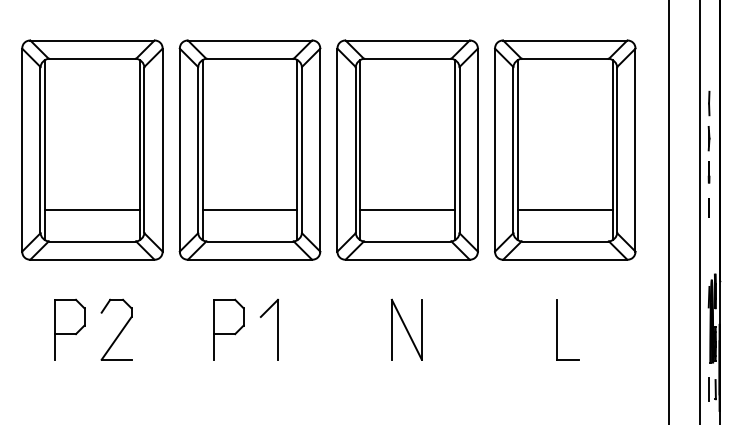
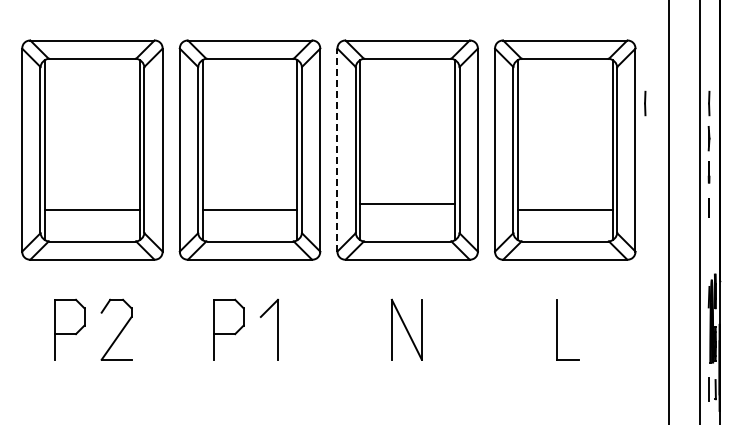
line at (645, 103): none -> present
line at (337, 149): solid -> dashed
line at (407, 210) position: (407, 210) -> (407, 204)
